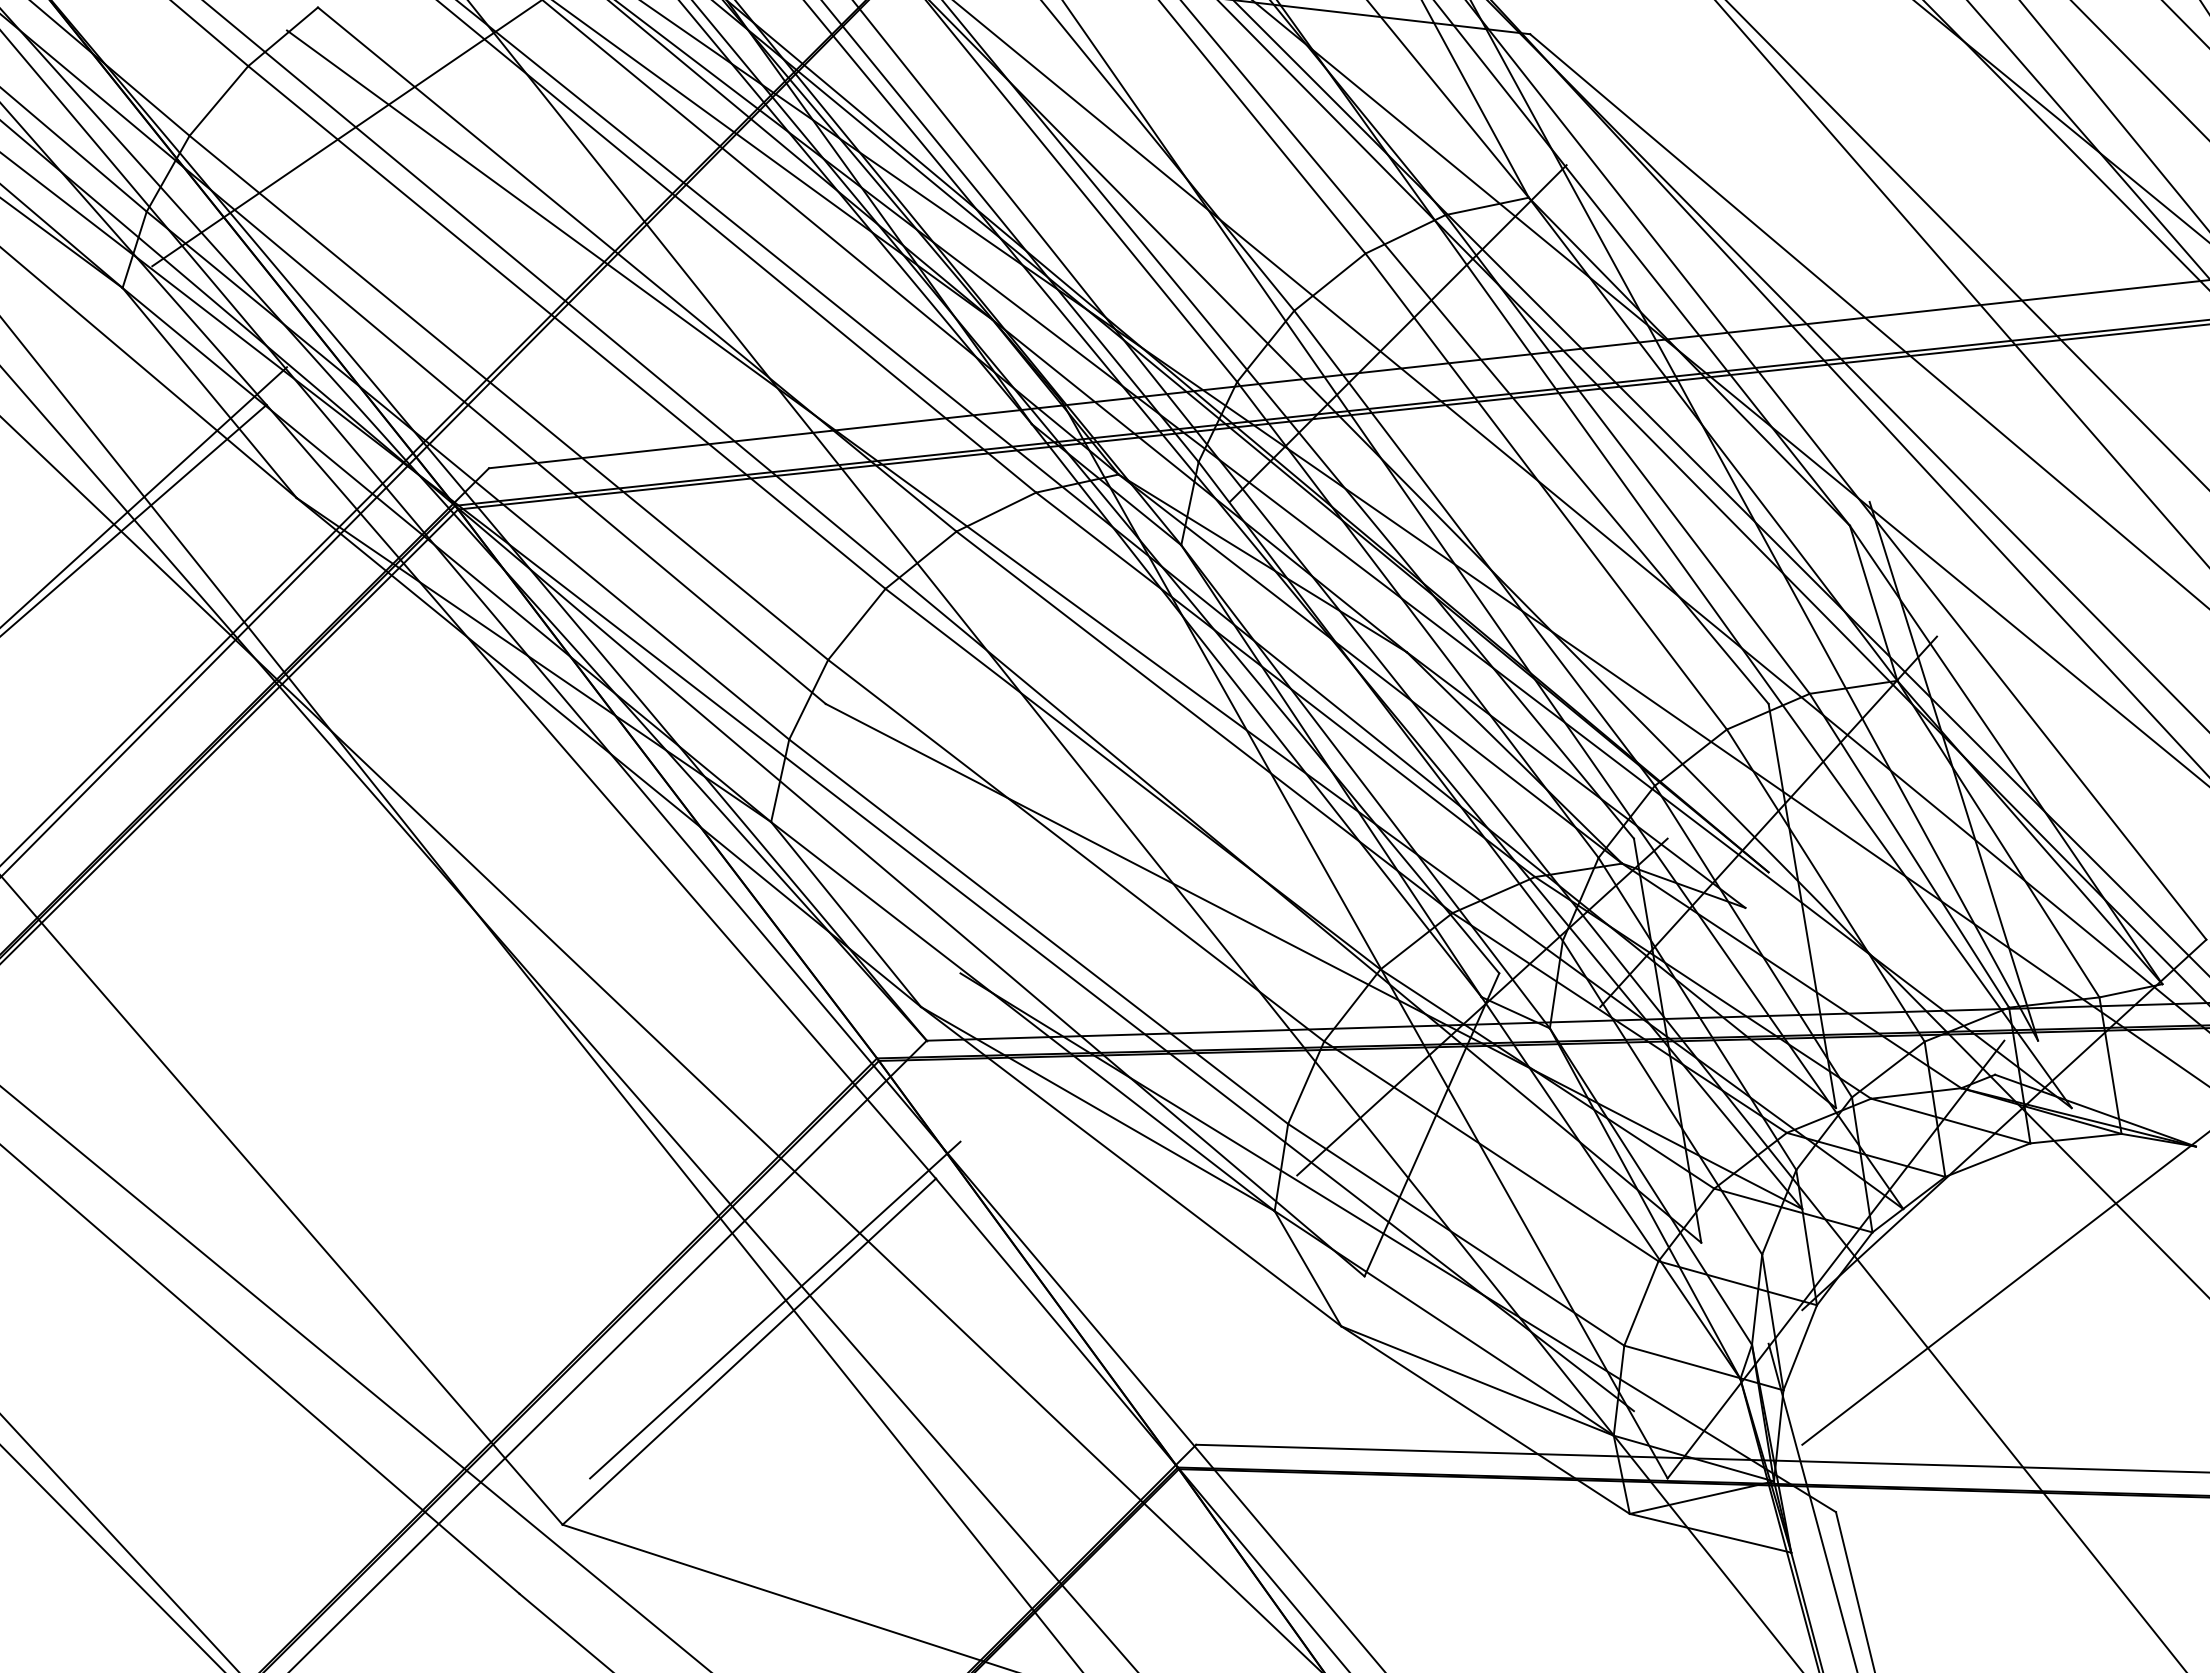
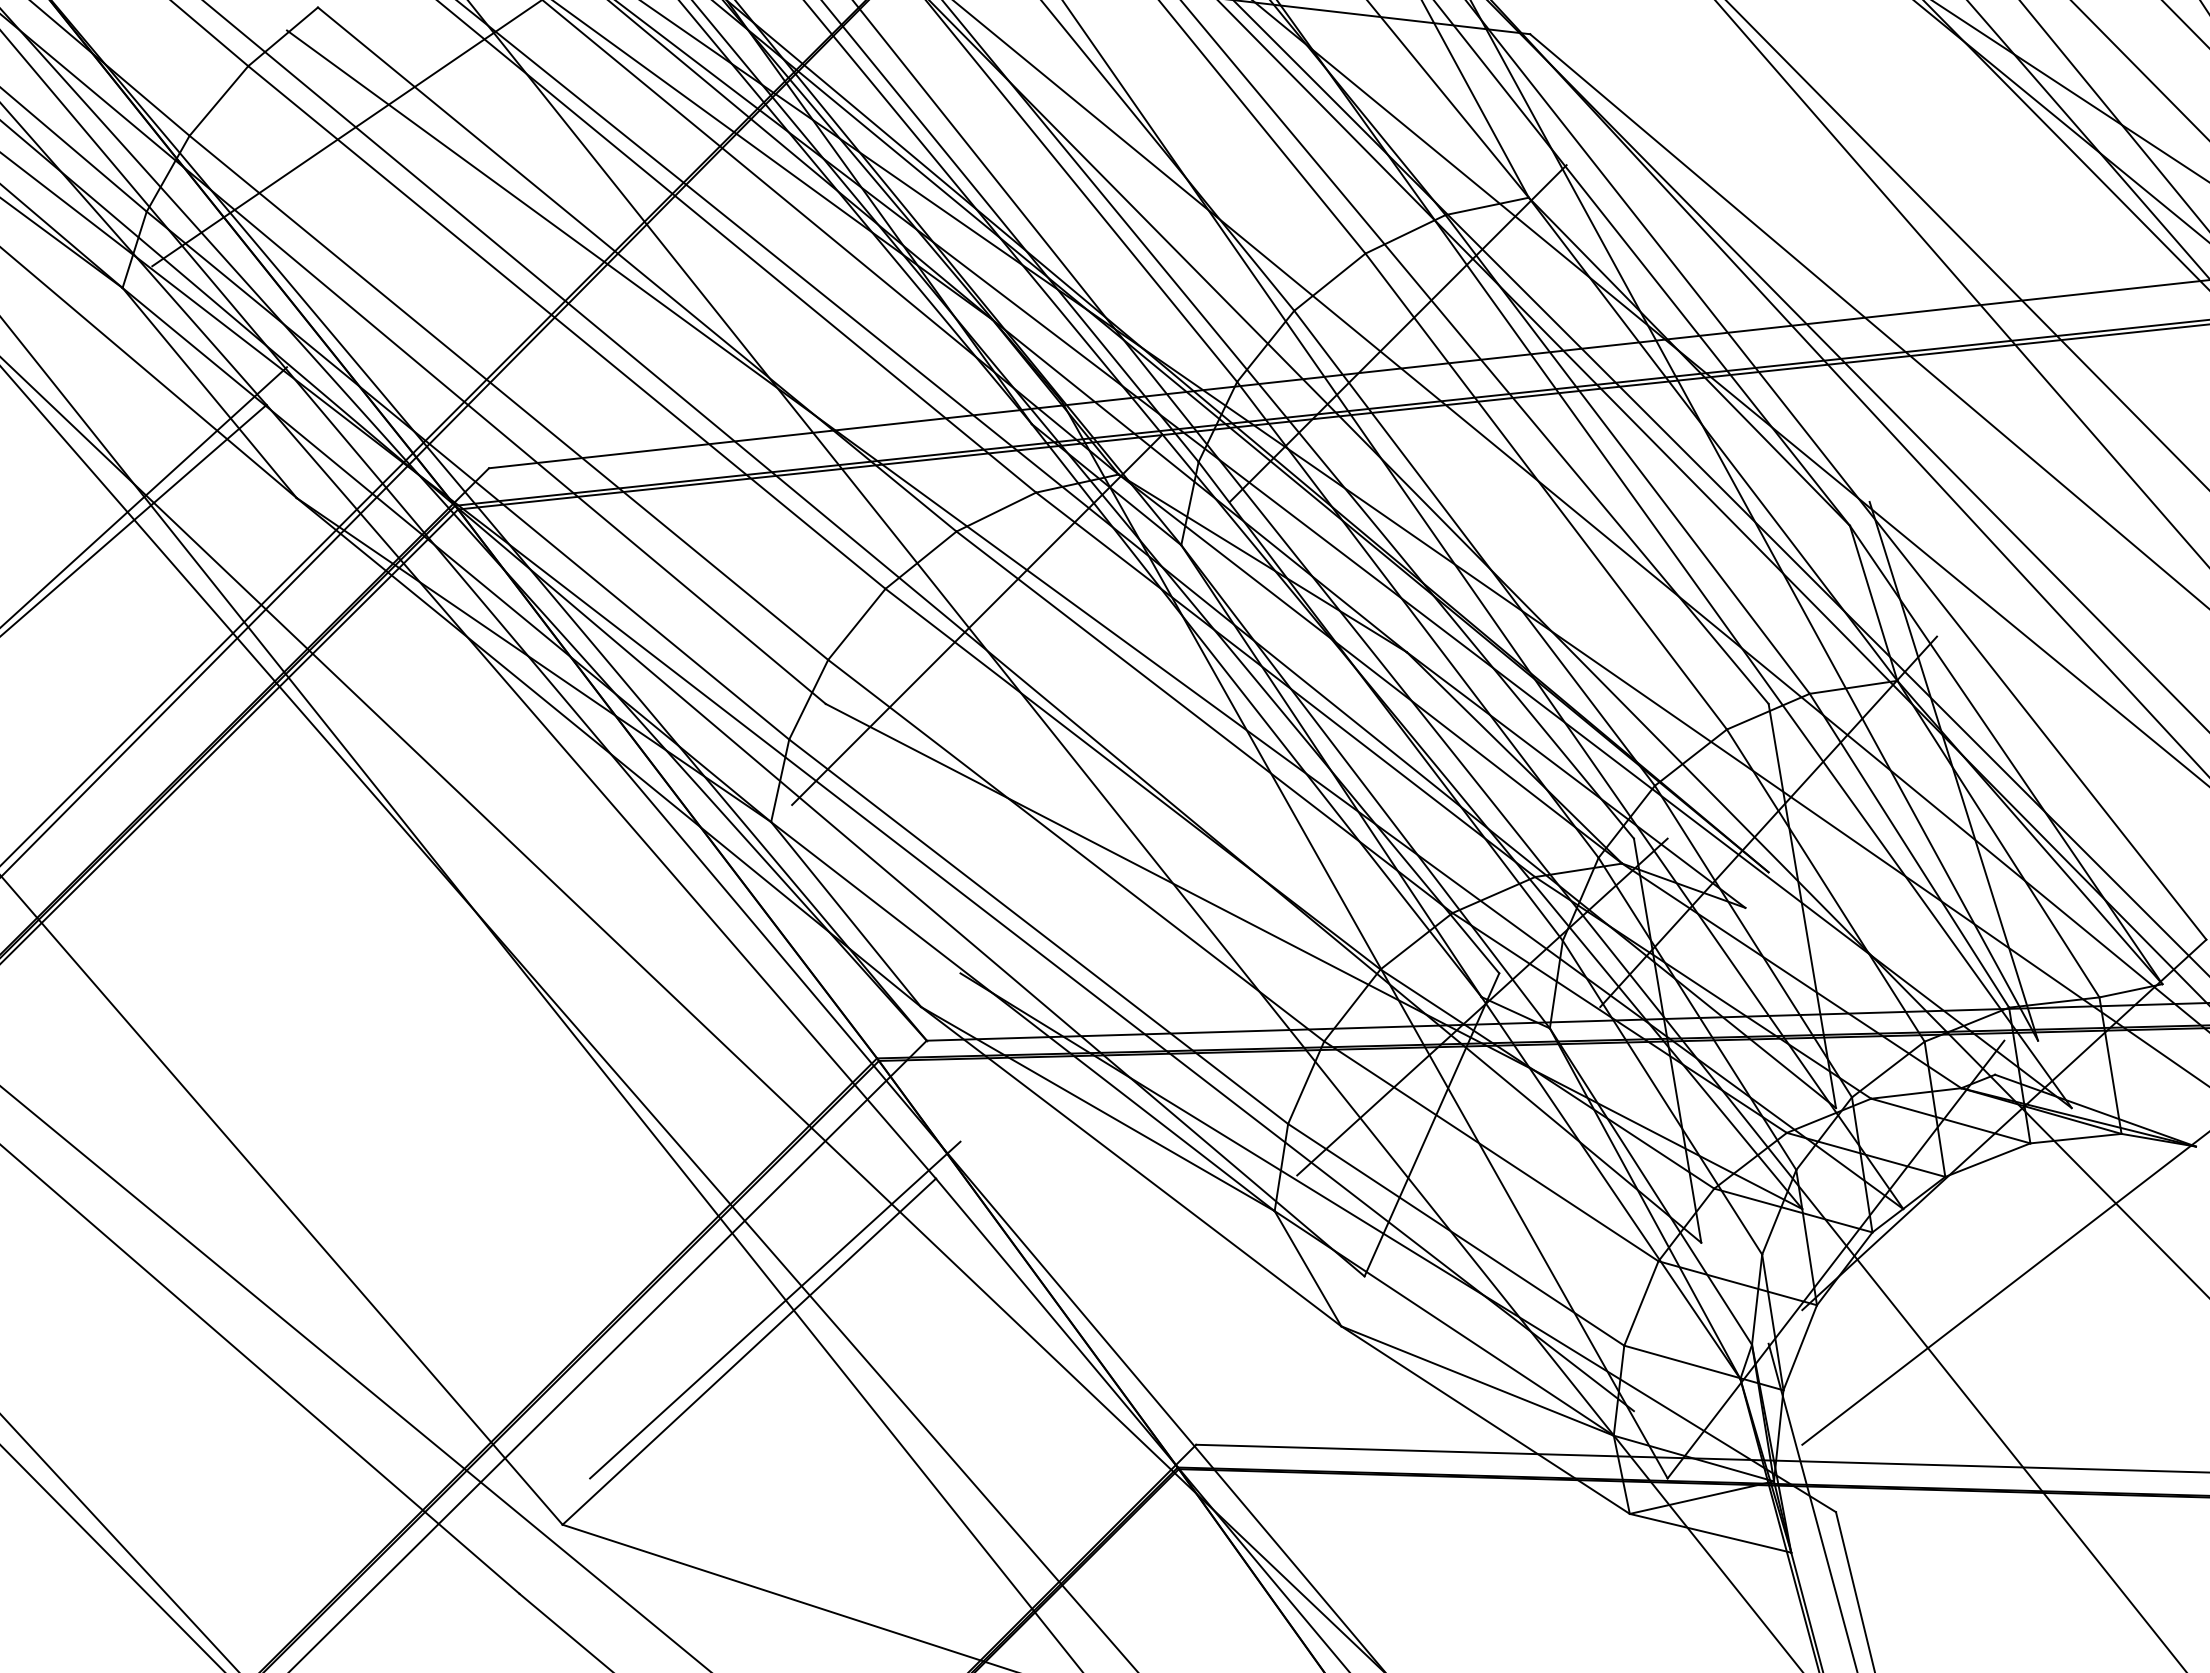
line at (2070, 91): none -> present
line at (977, 619): none -> present
line at (660, 1043) position: (660, 1043) -> (691, 1013)
